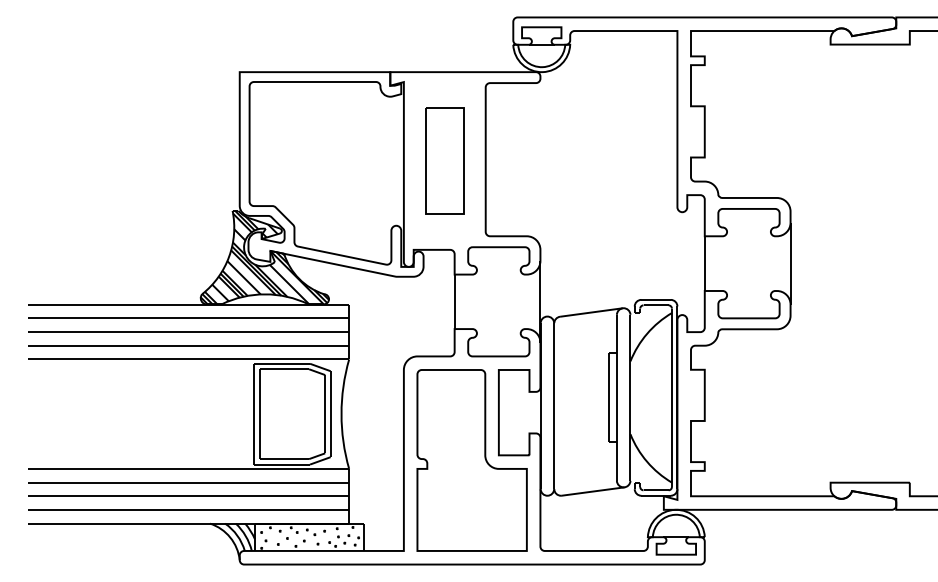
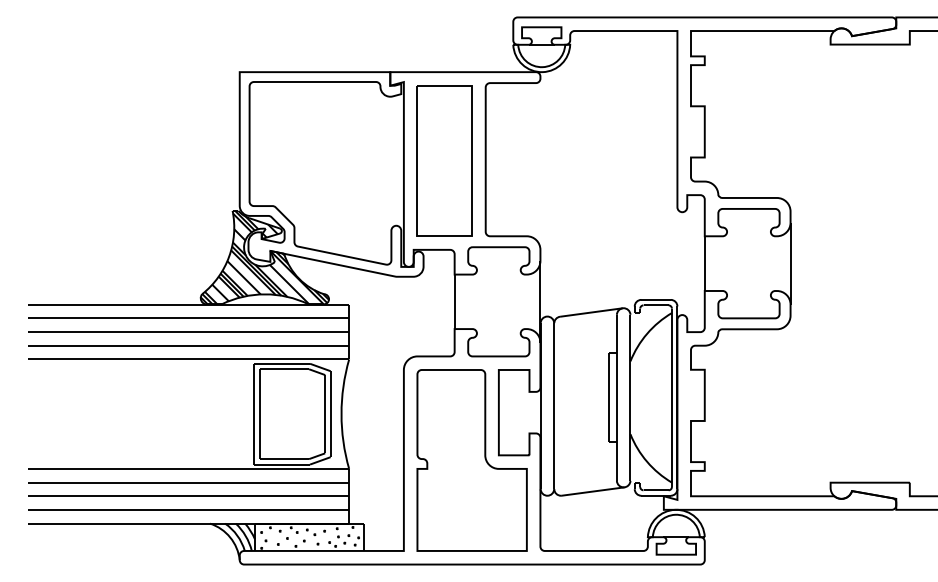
part at (444, 160) size: 40x108 px -> 57x152 px
